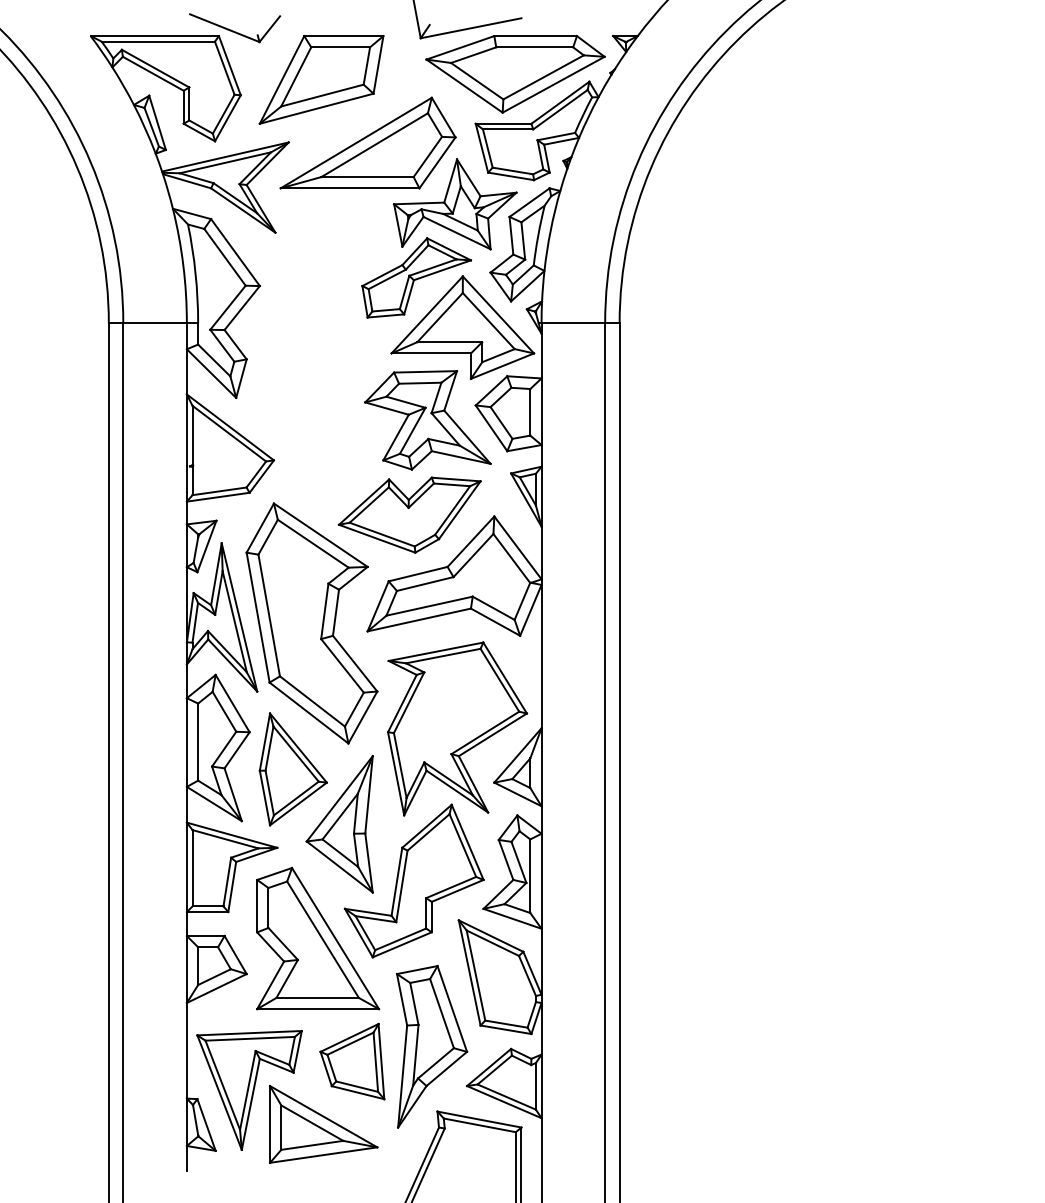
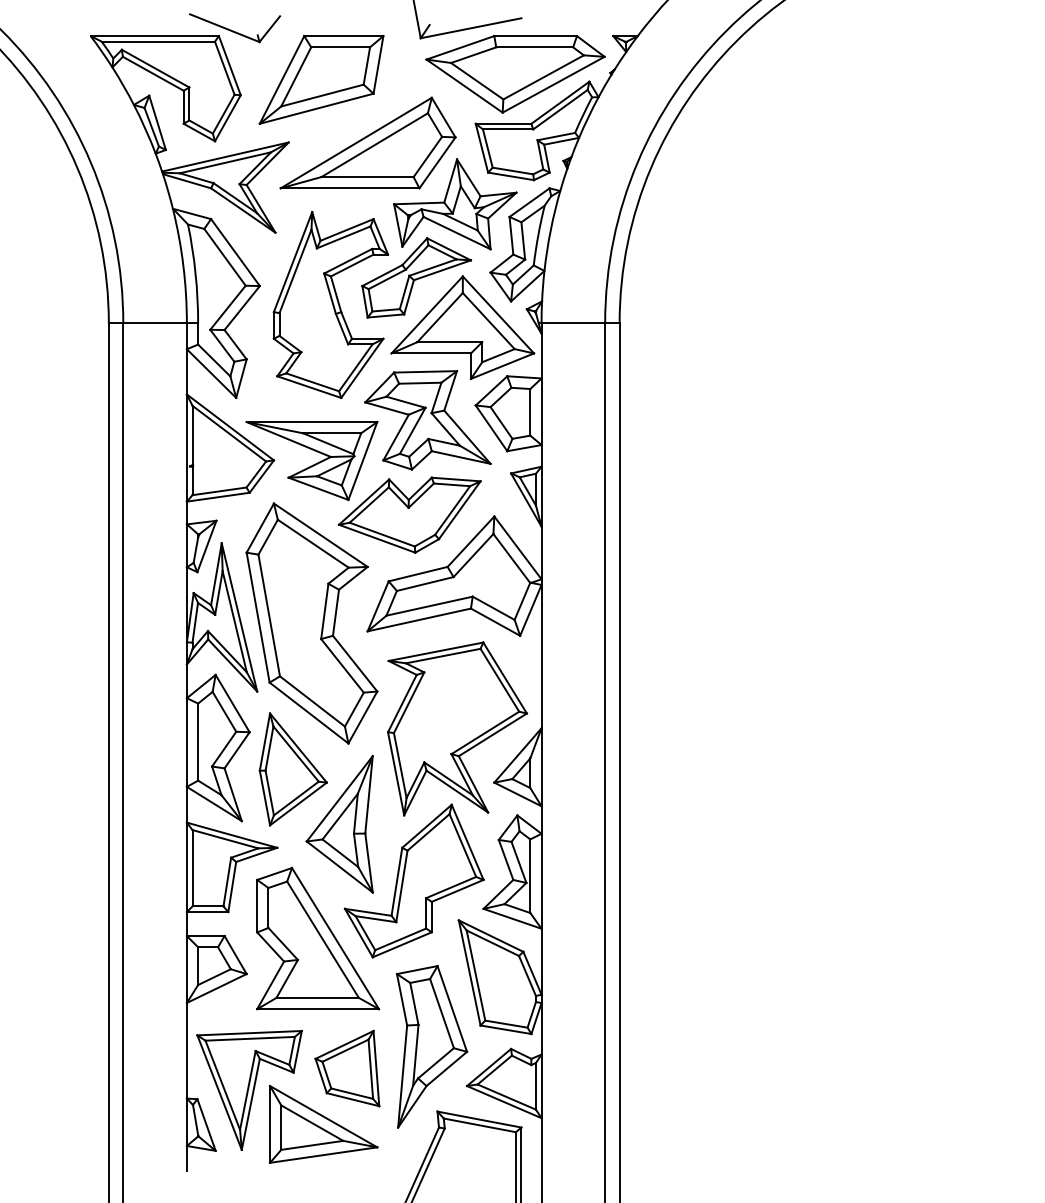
part at (330, 305): none -> present
part at (311, 460): none -> present
part at (352, 1061) position: (352, 1061) -> (347, 1068)
